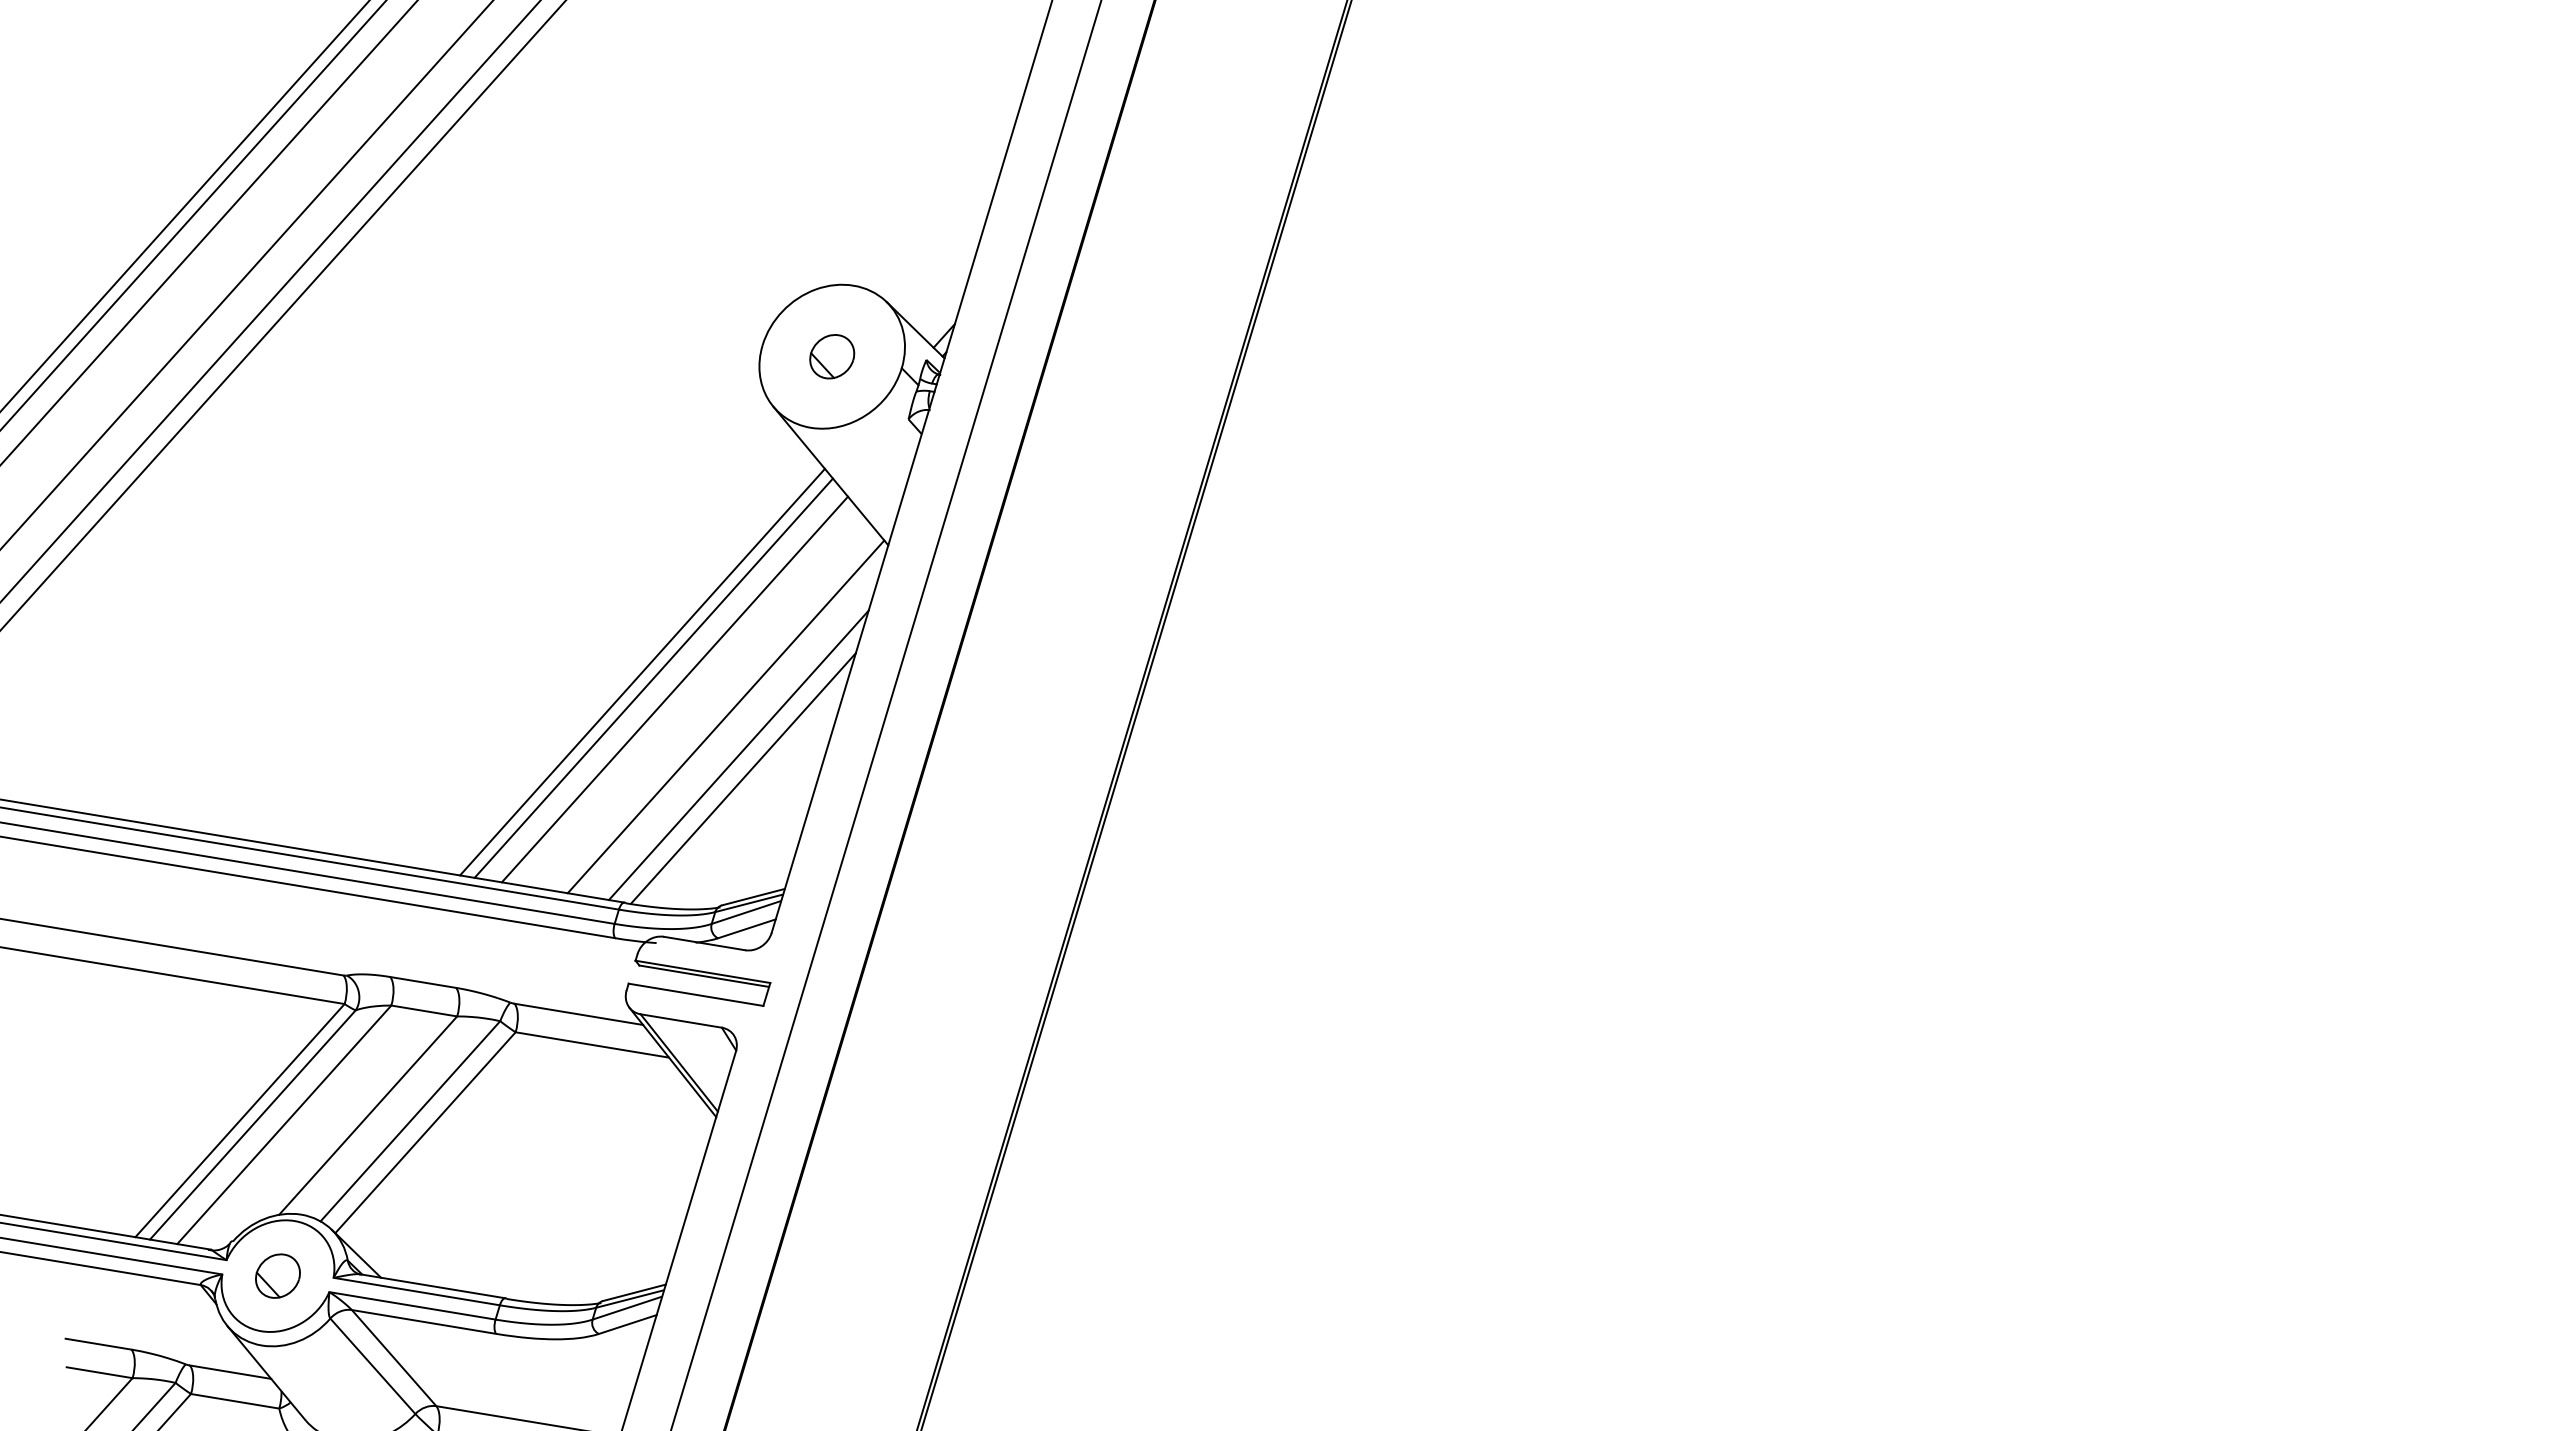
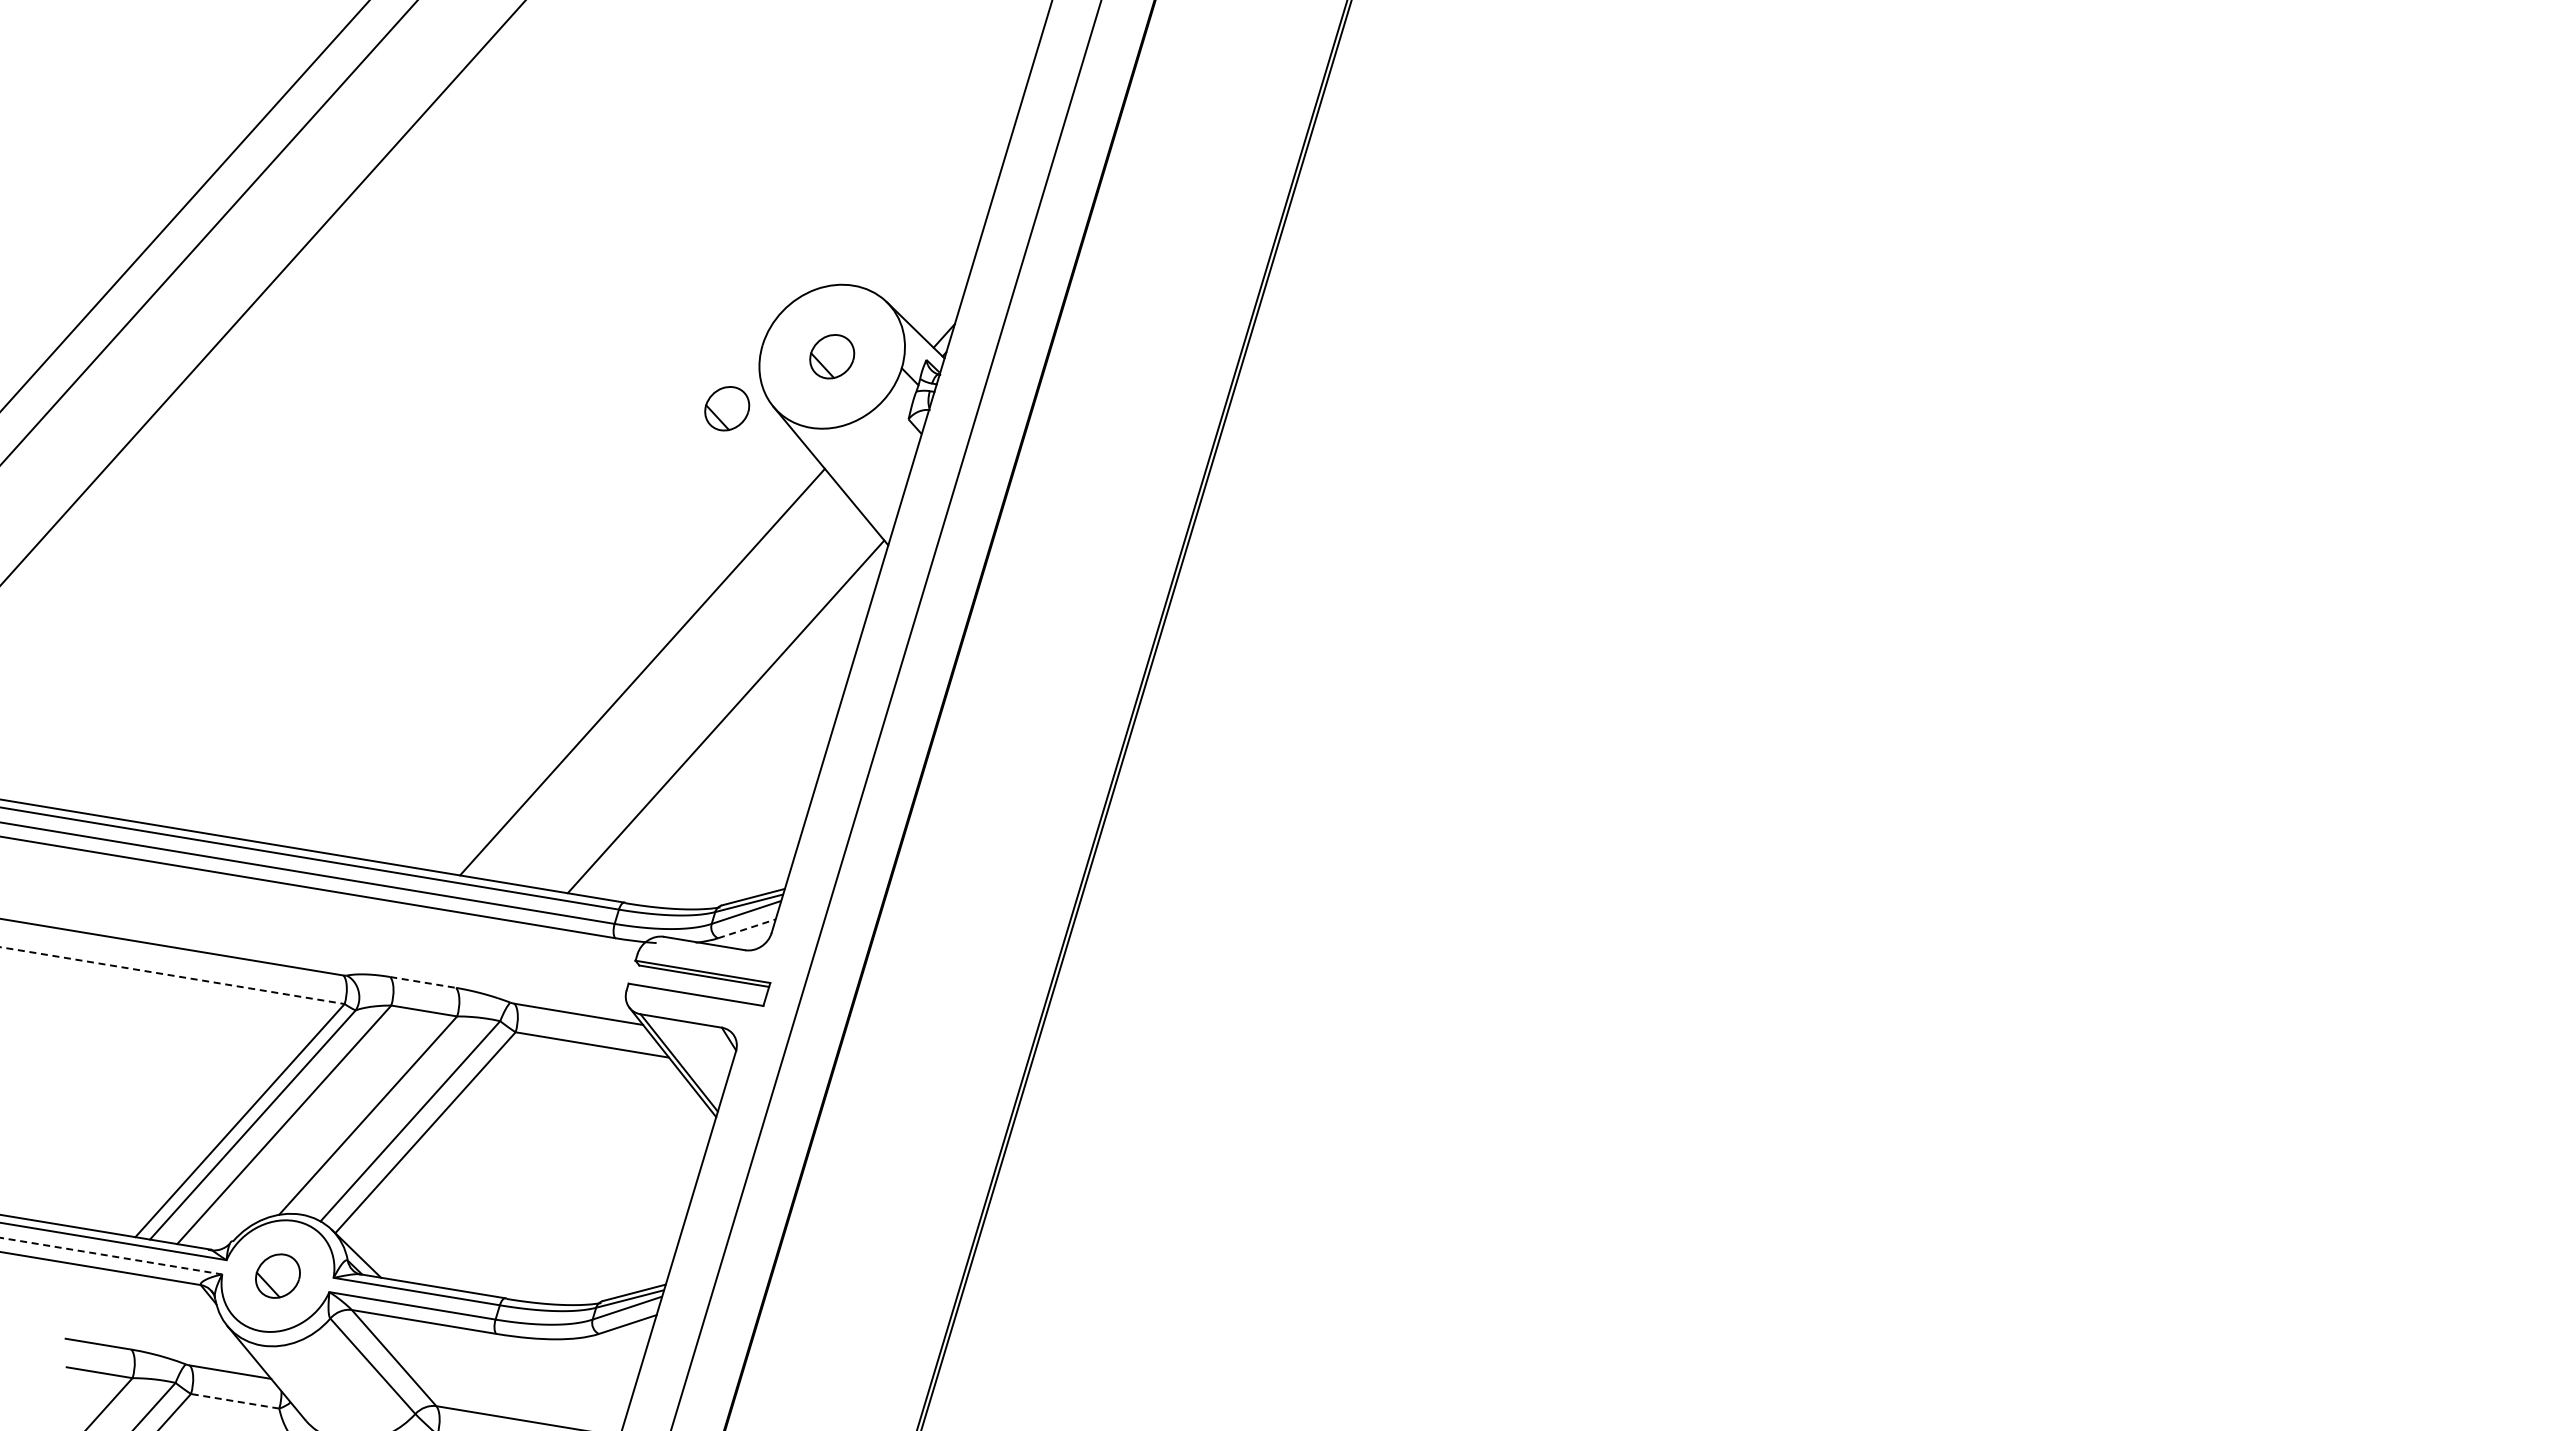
line at (193, 215): present -> none
line at (246, 274) position: (246, 274) -> (262, 292)
line at (270, 300): present -> none
line at (283, 315): present -> none
part at (727, 408): none -> present
line at (653, 677): present -> none
line at (674, 689): present -> none
line at (738, 755): present -> none
line at (742, 778): present -> none
line at (747, 928): solid -> dashed
line at (173, 975): solid -> dashed
line at (423, 982): solid -> dashed
line at (111, 1256): solid -> dashed
line at (235, 1401): solid -> dashed
